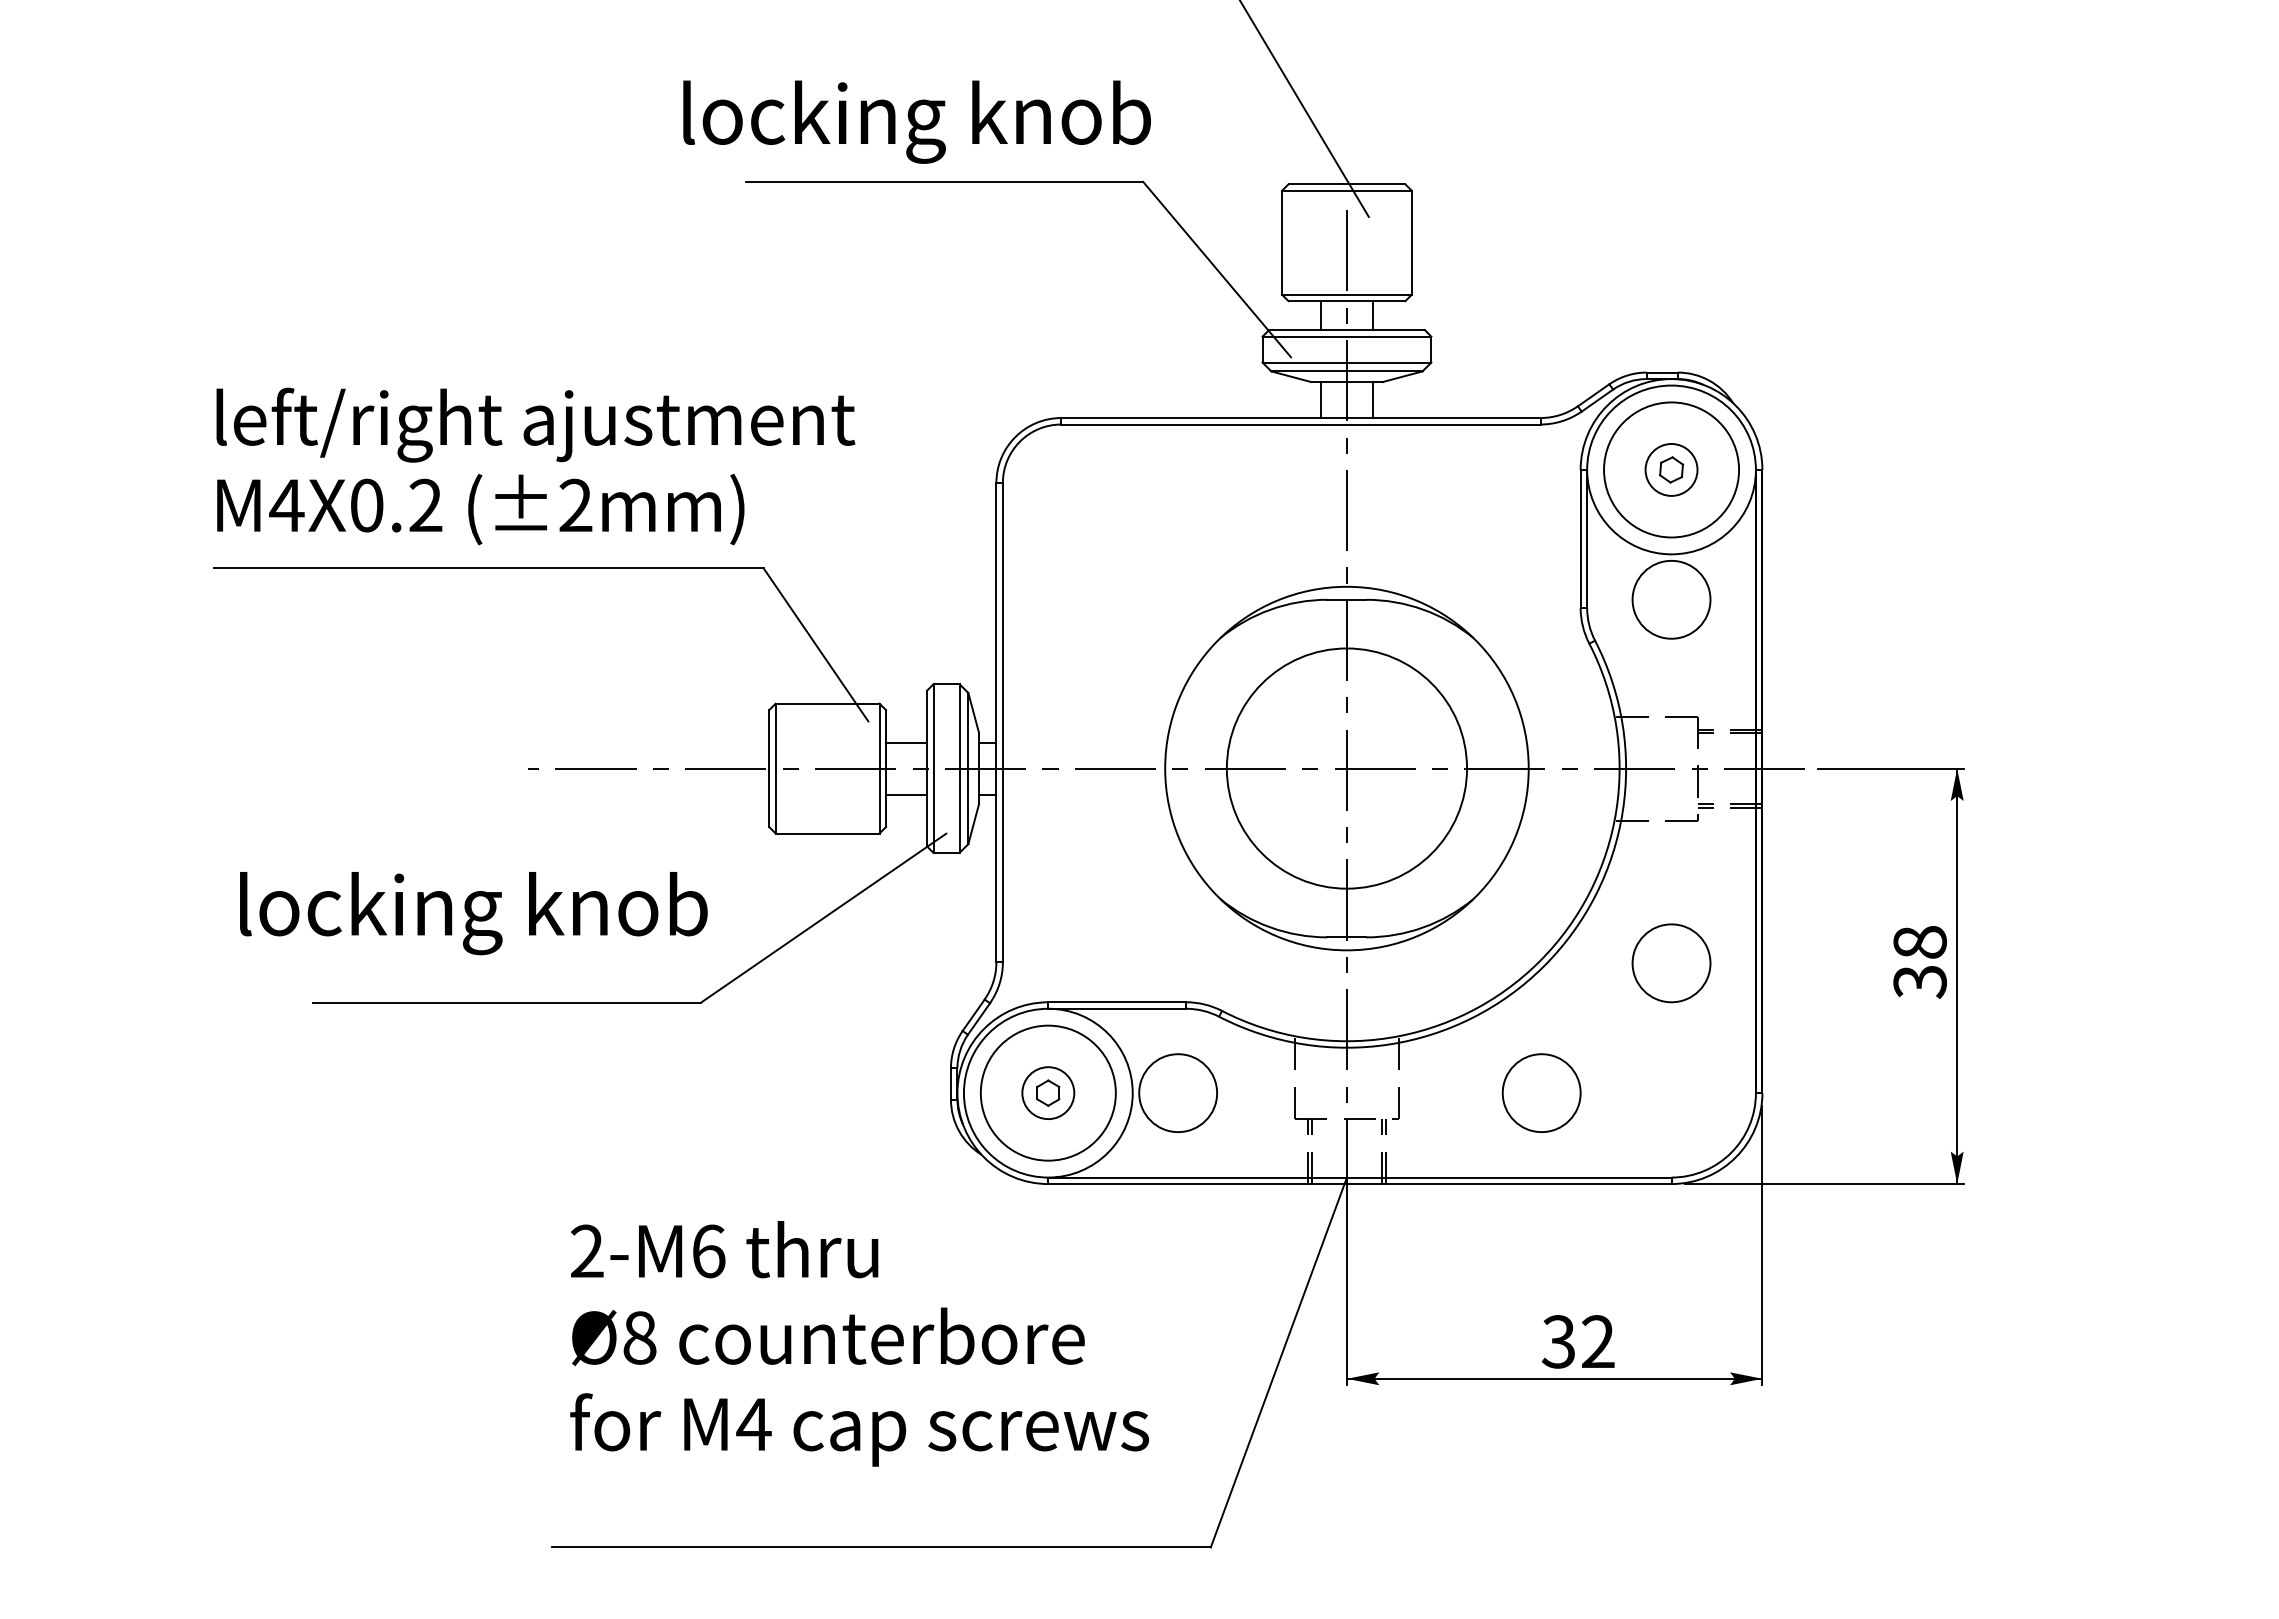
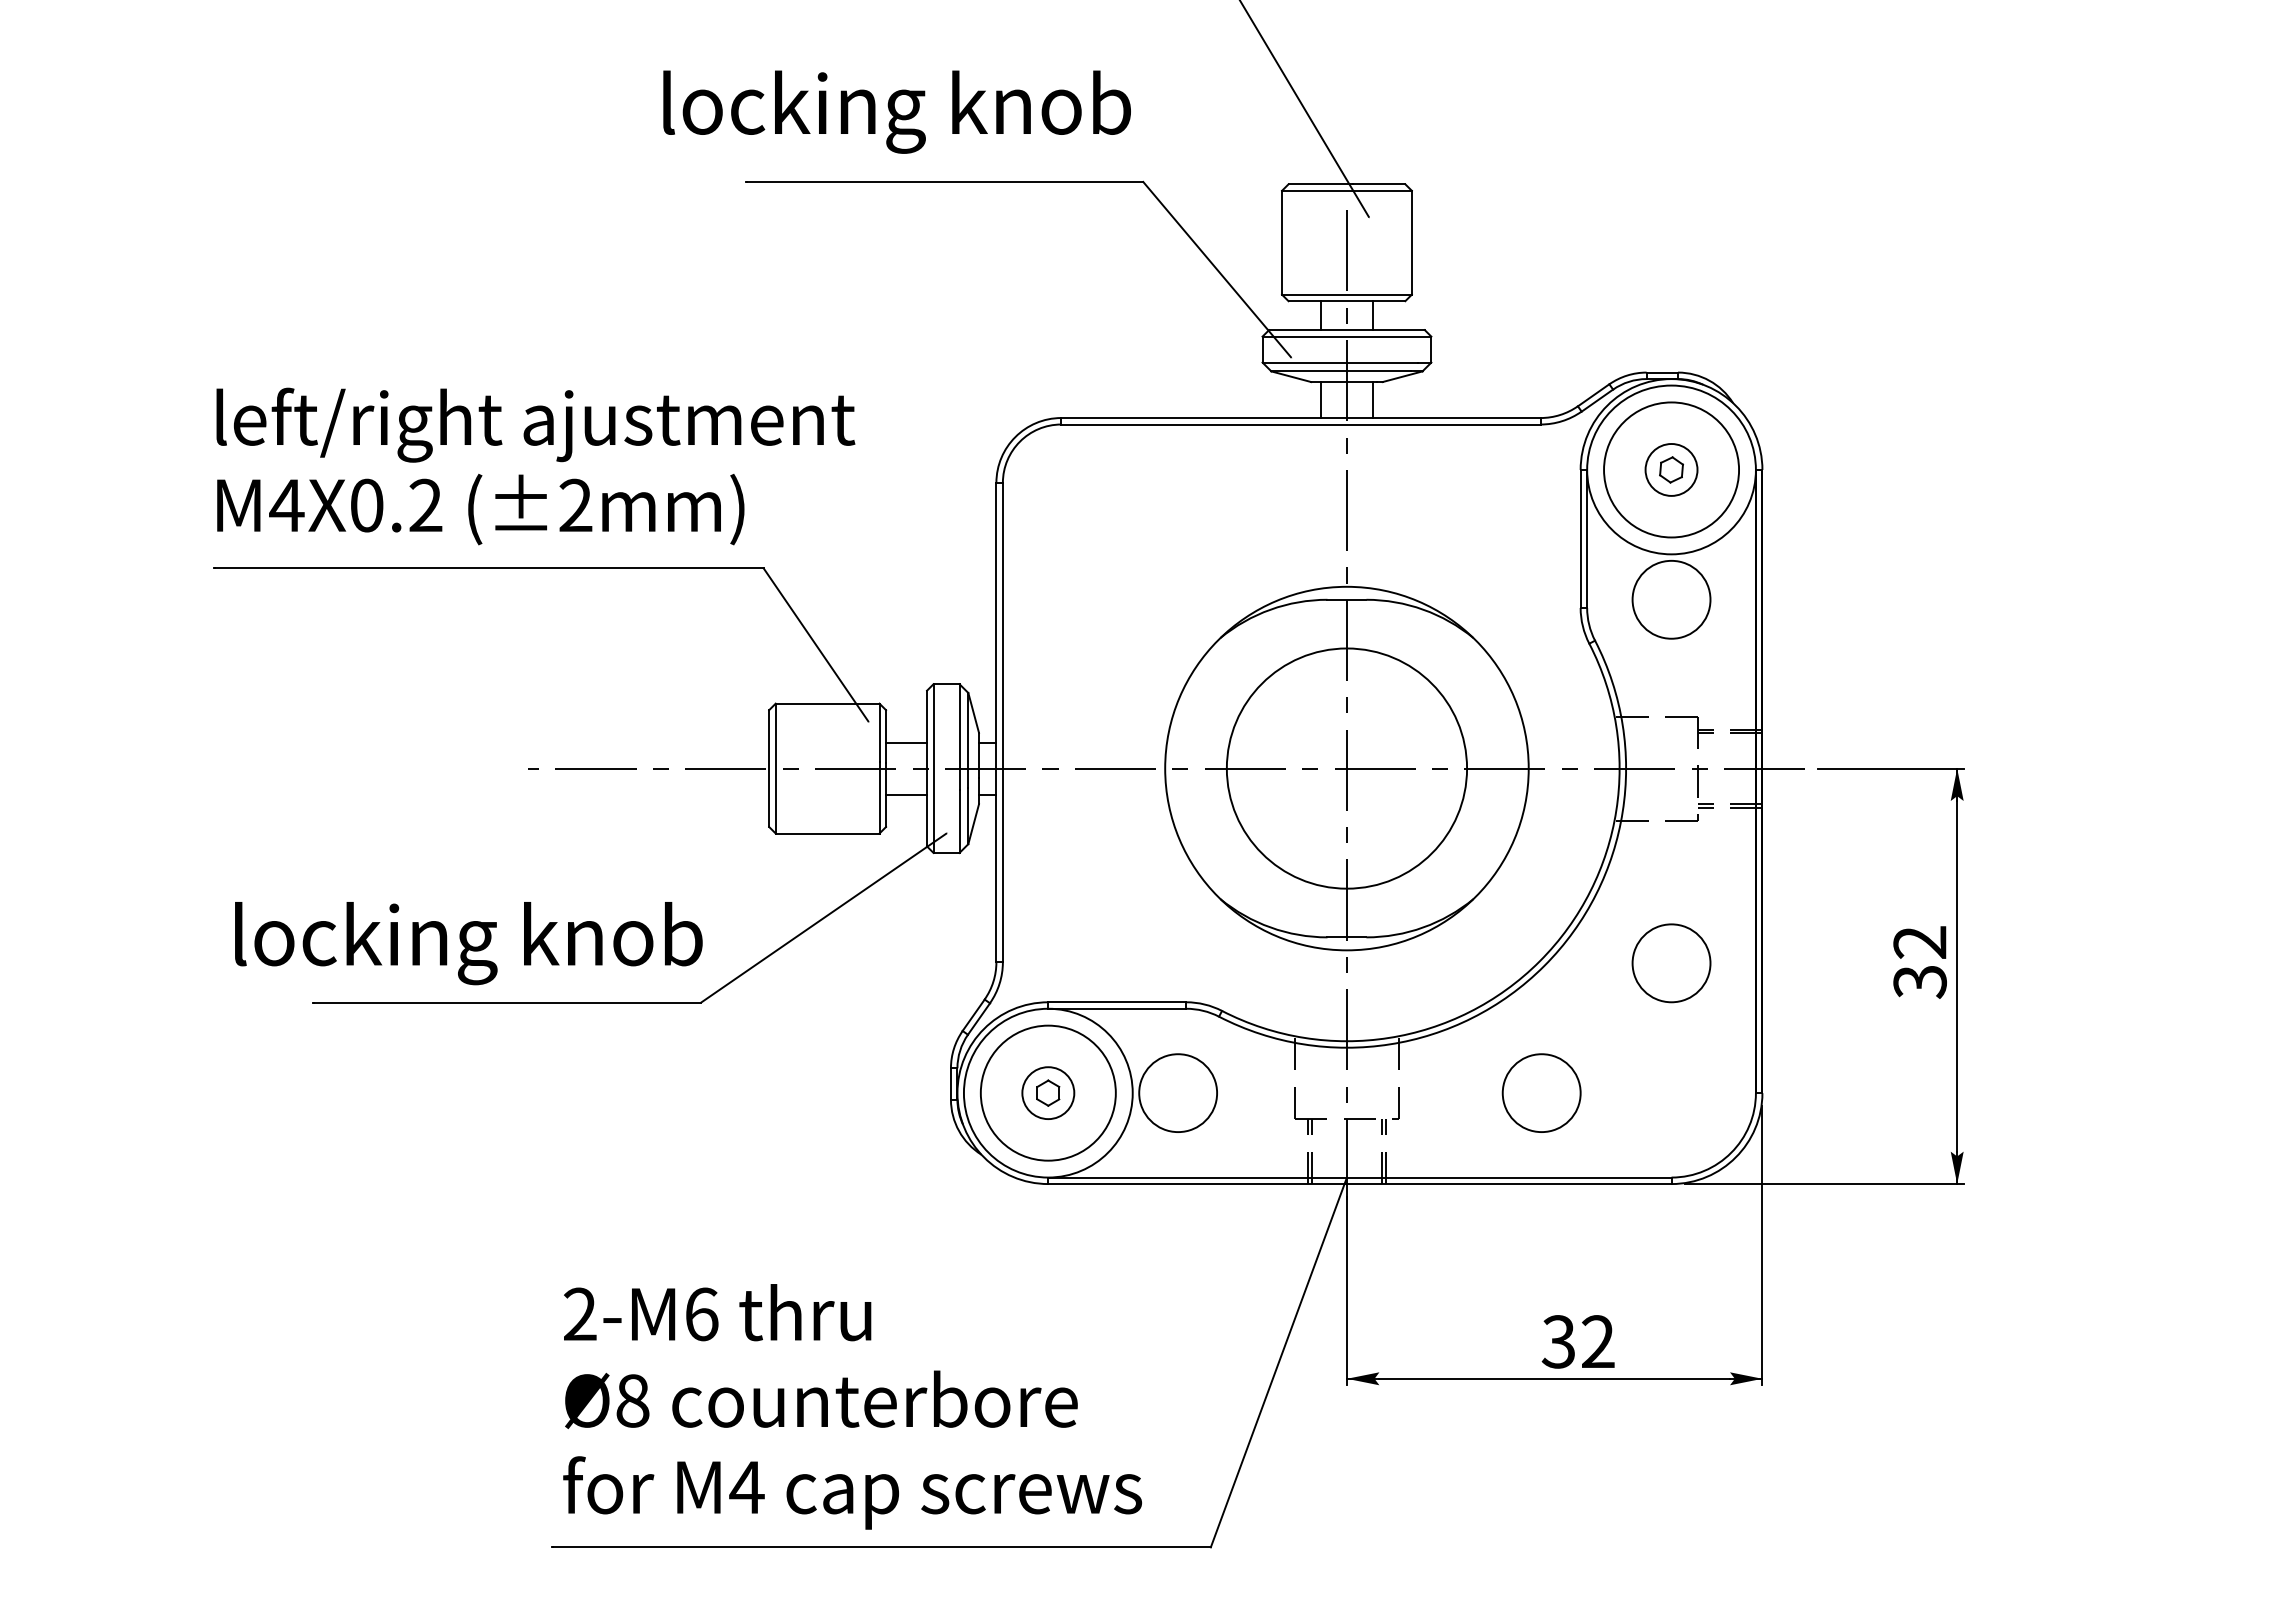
text at (916, 121) position: (916, 121) -> (896, 111)
text at (473, 913) position: (473, 913) -> (468, 943)
text at (1919, 942): 38 -> 32
text at (859, 1343) position: (859, 1343) -> (852, 1406)
